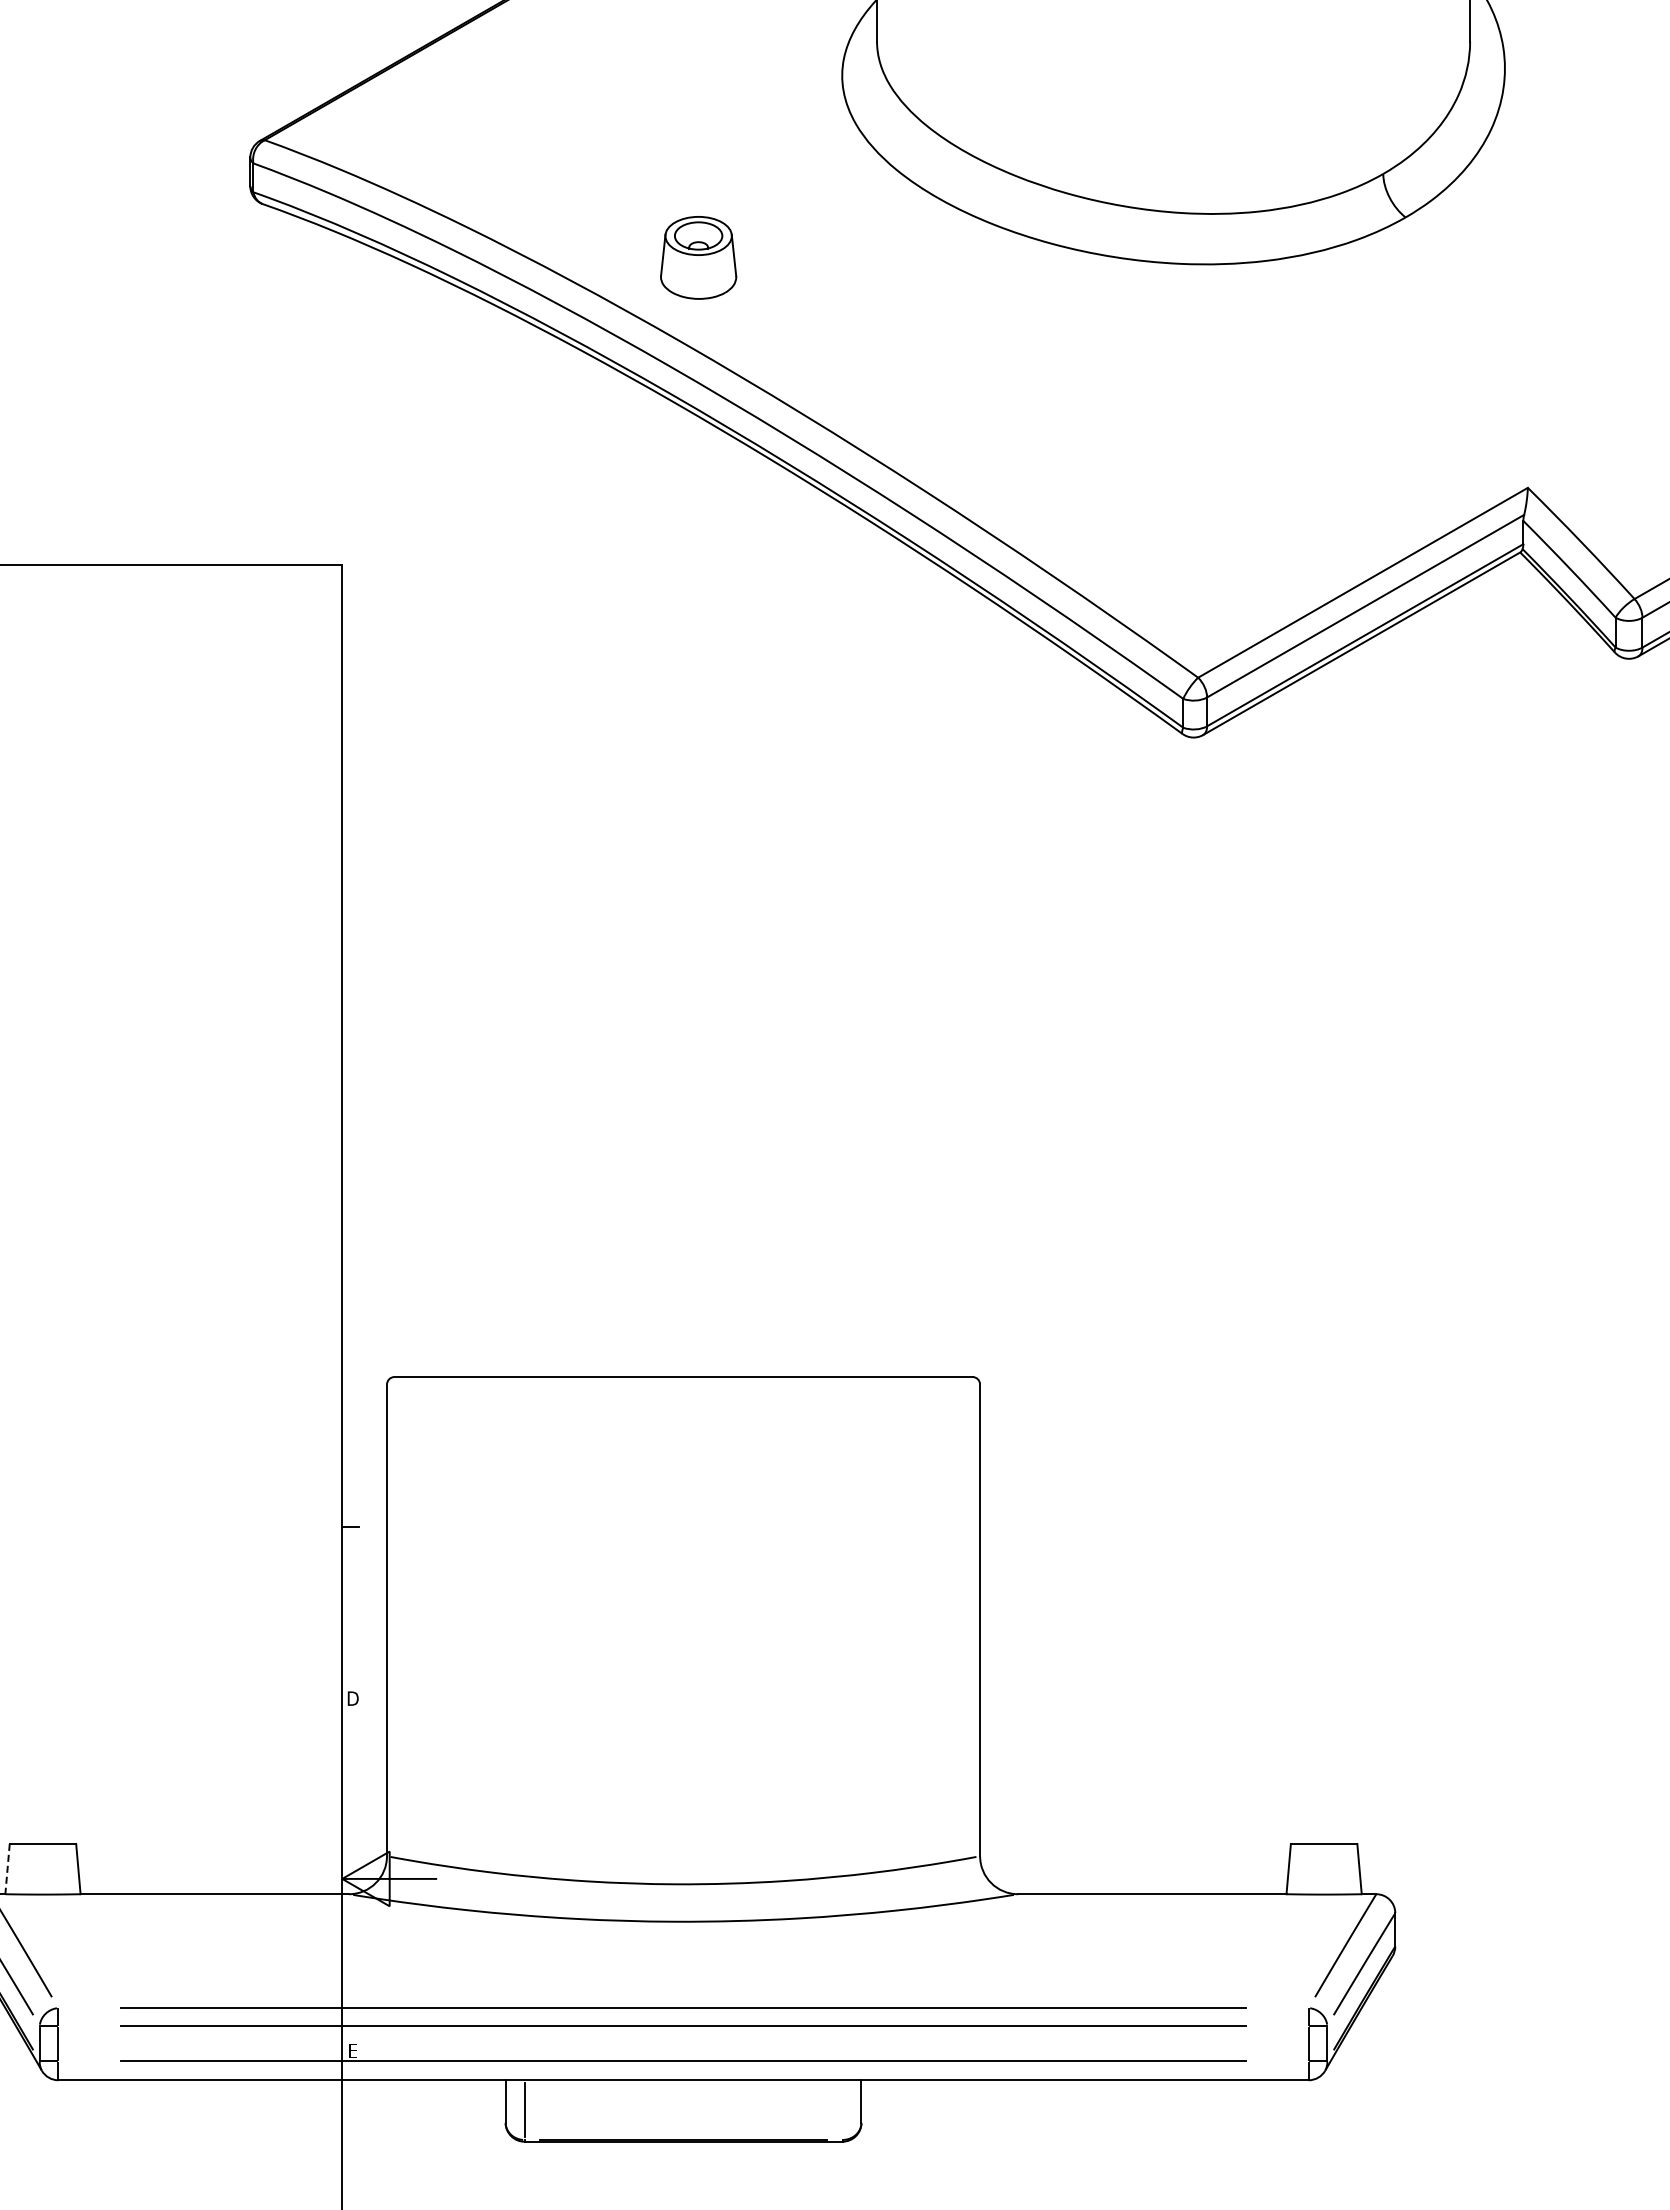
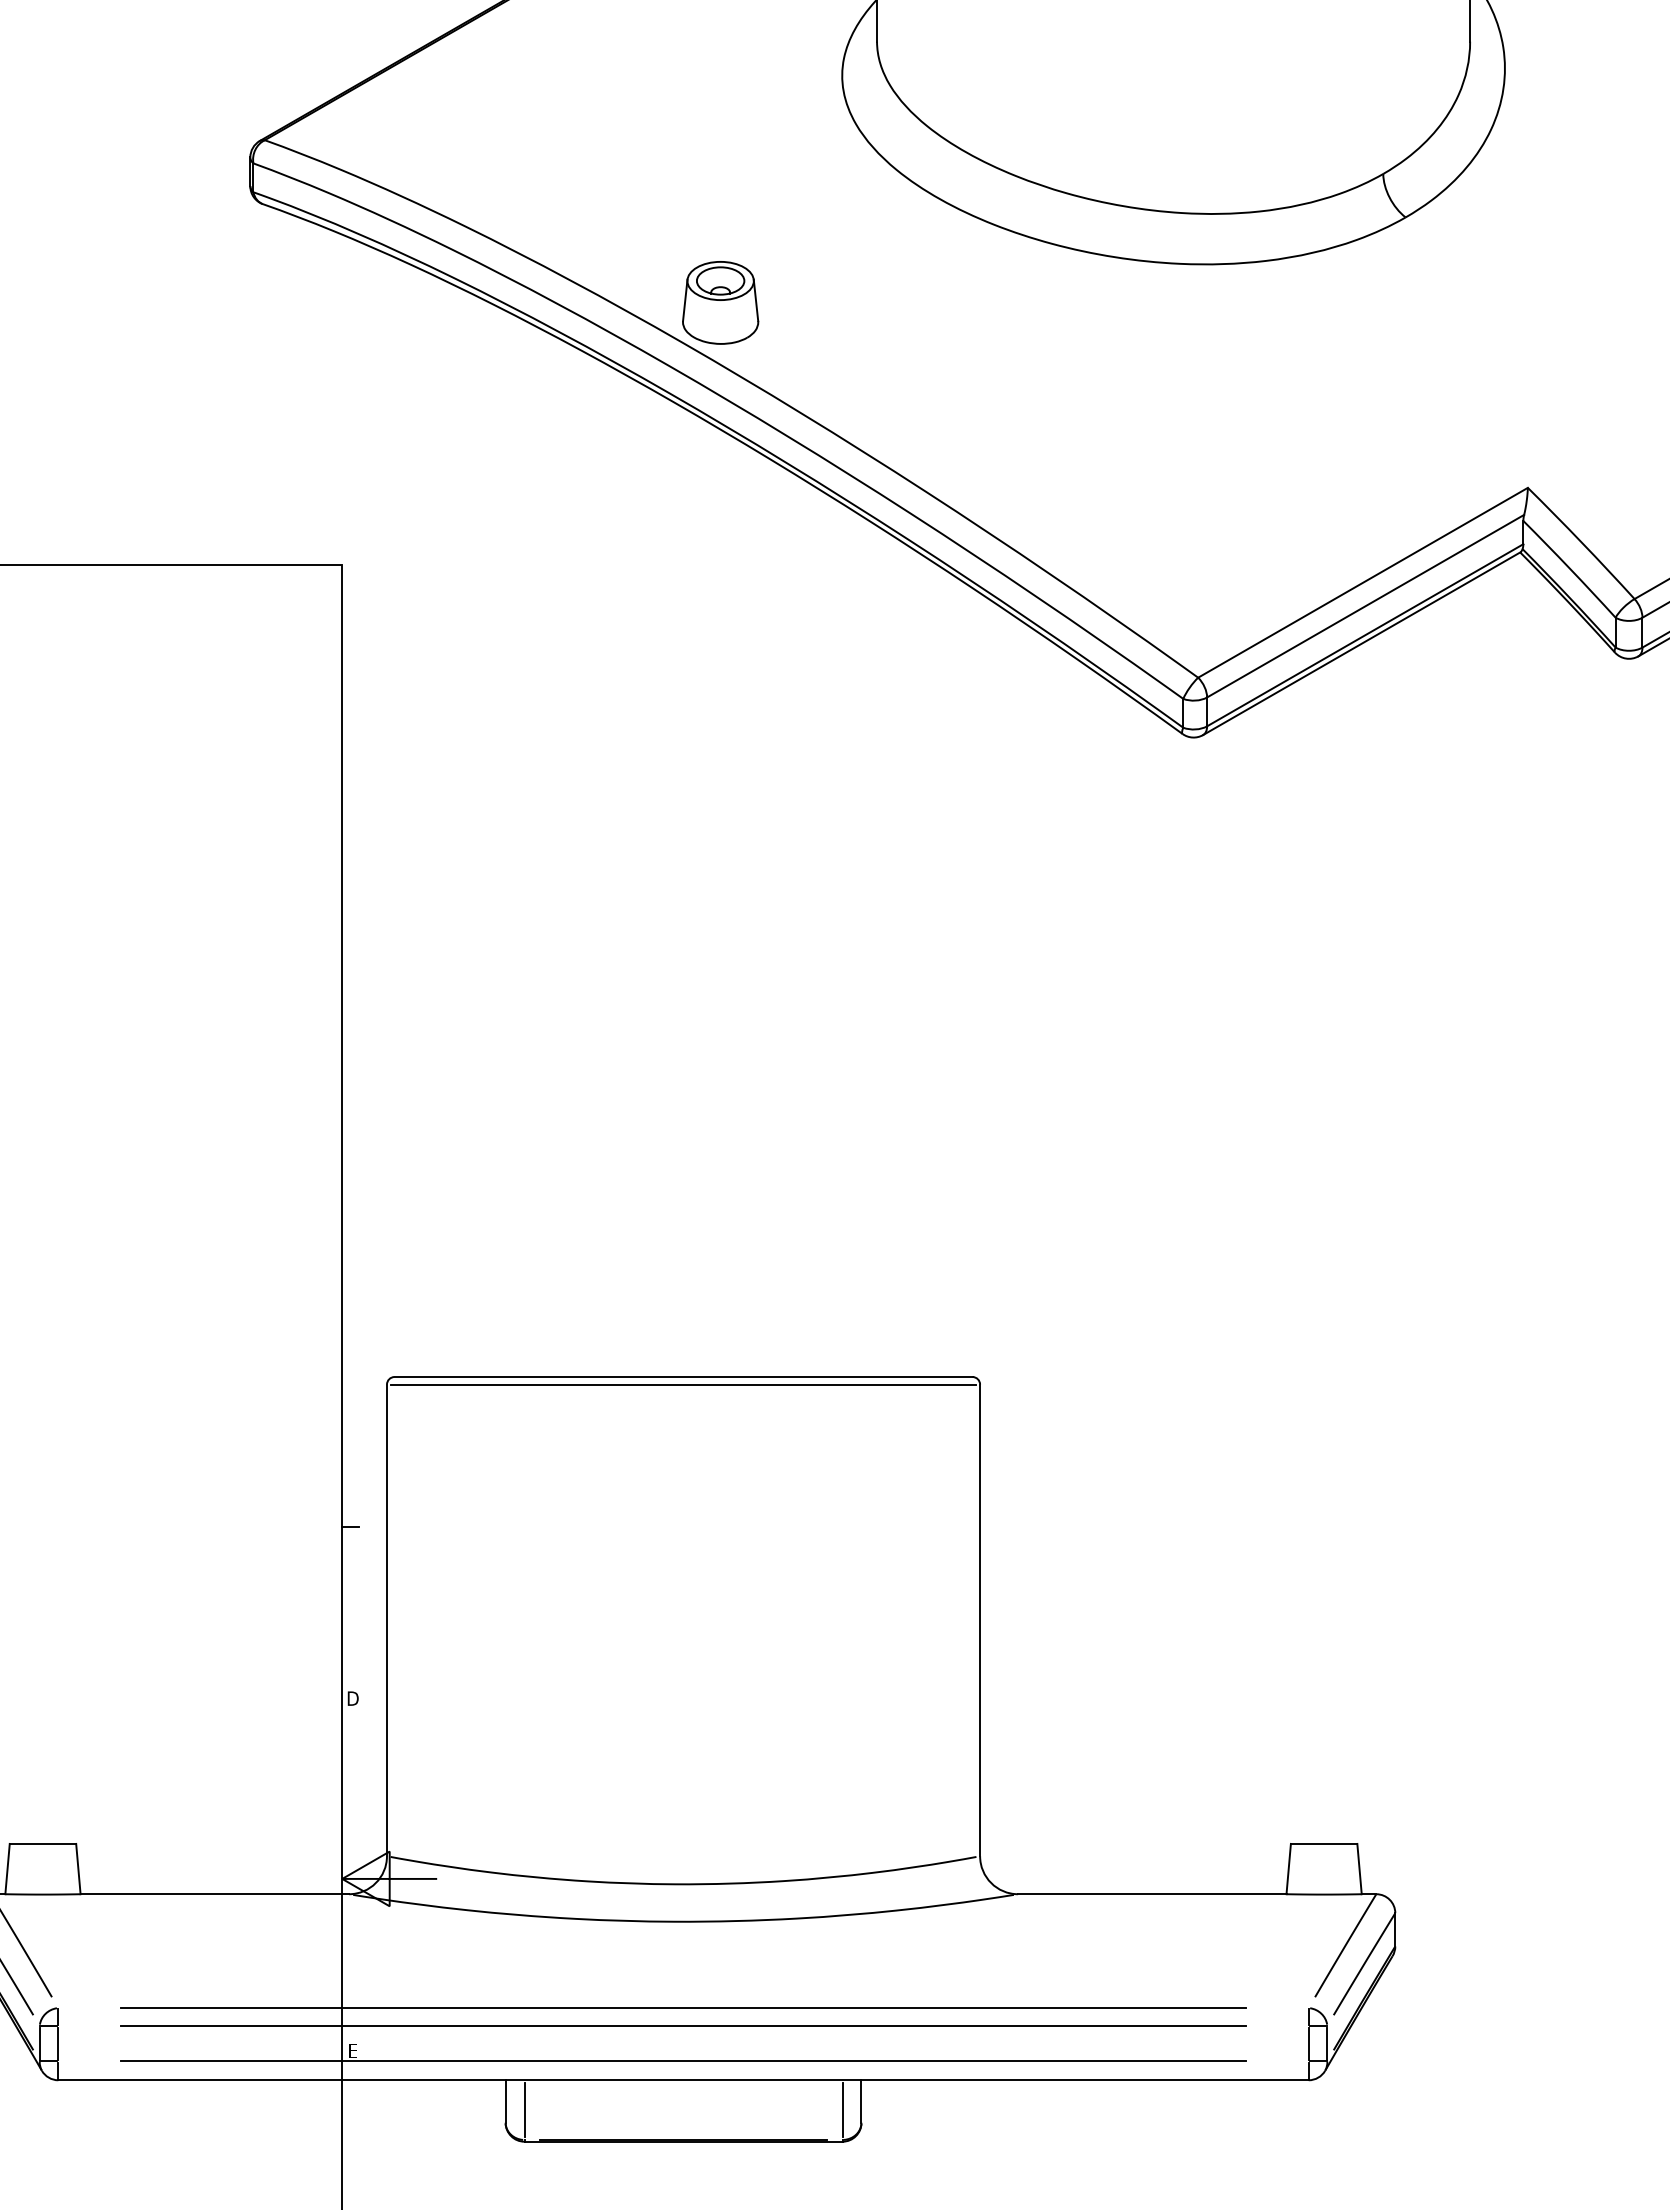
part at (698, 257) position: (698, 257) -> (720, 302)
line at (683, 1384): none -> present
line at (7, 1869): dashed -> solid
line at (842, 2109): none -> present
